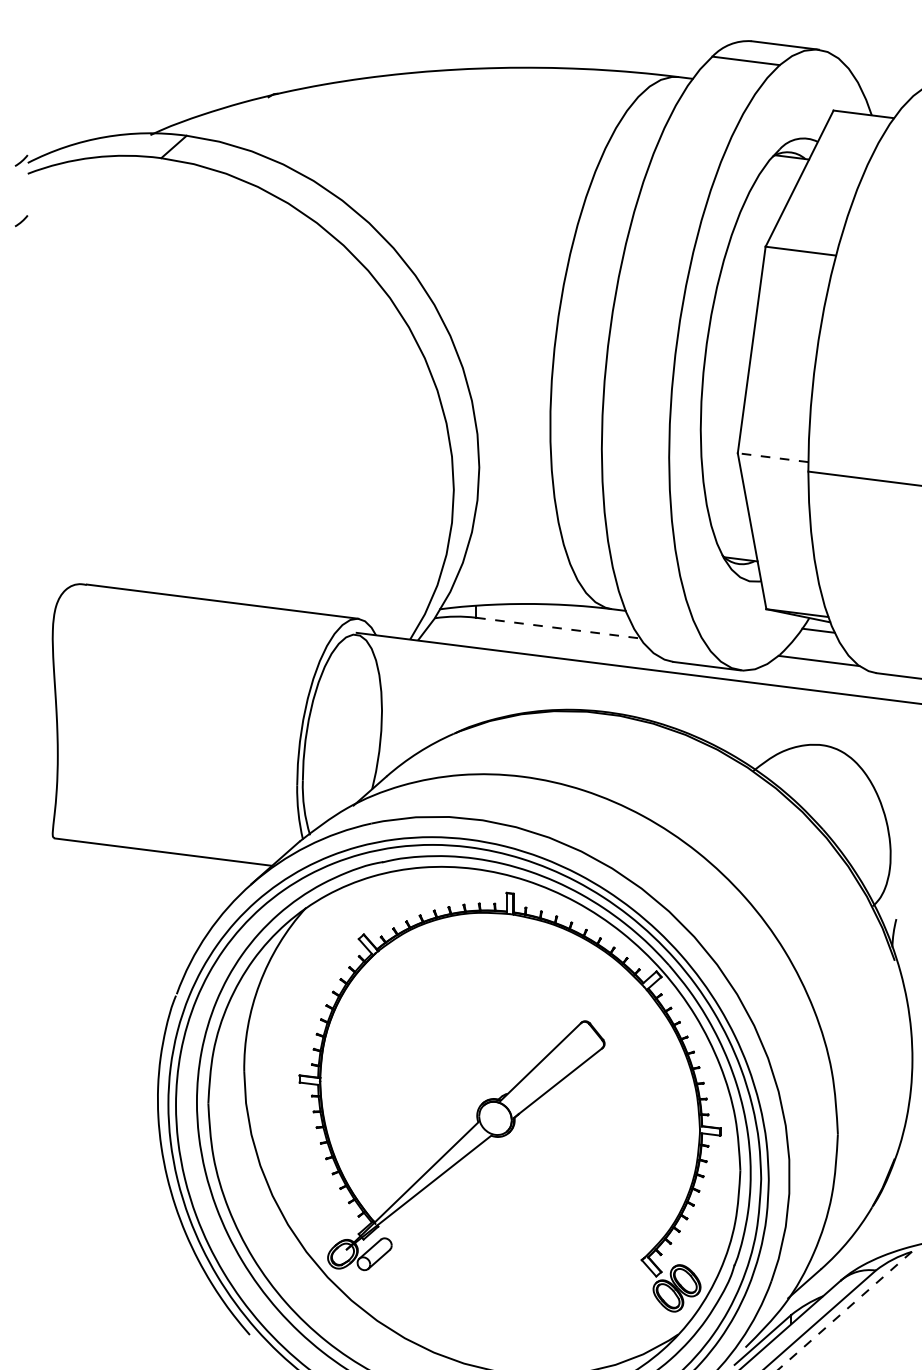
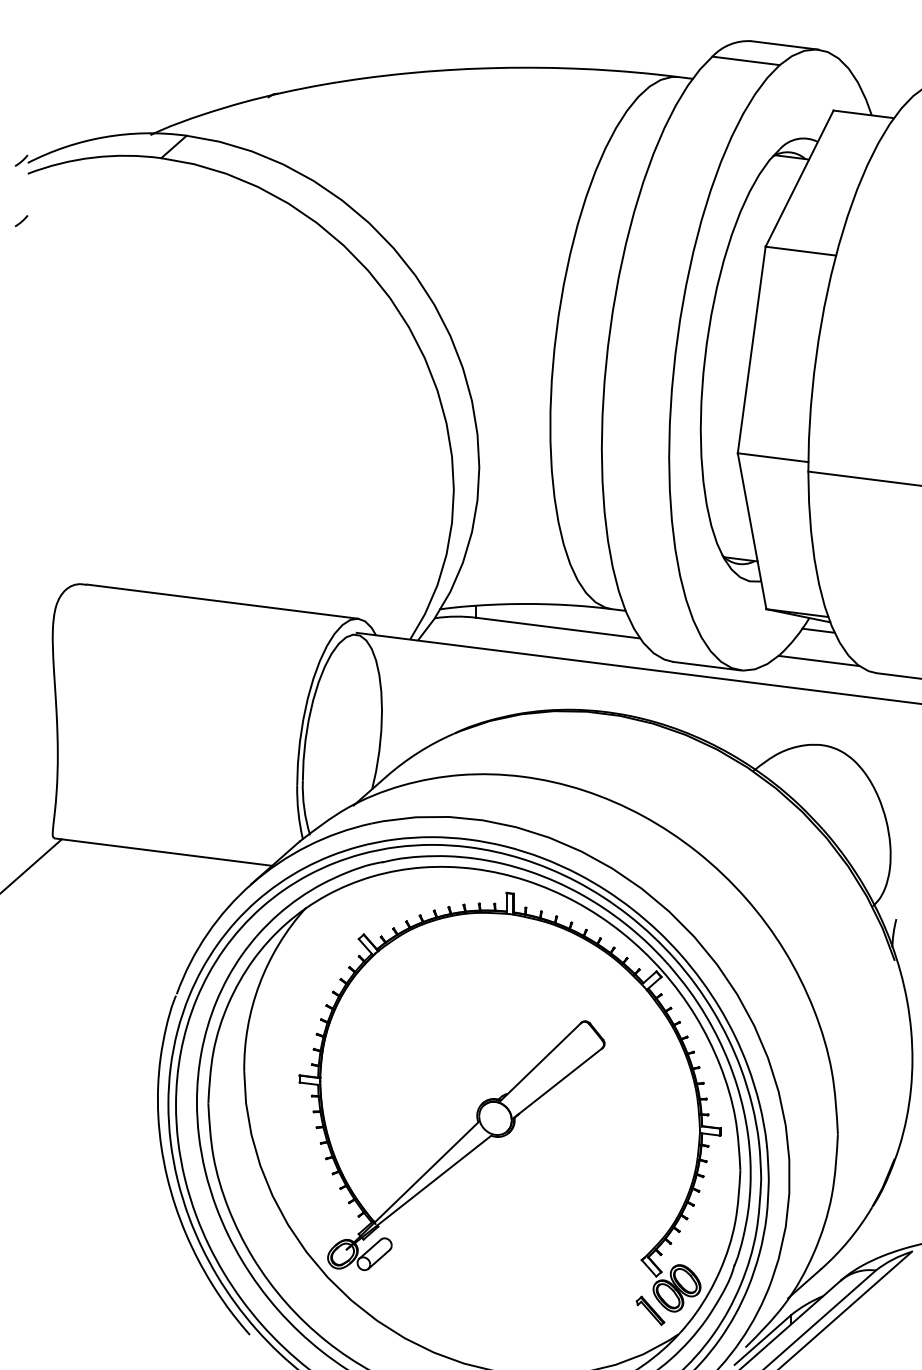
line at (773, 457): dashed -> solid
line at (558, 628): dashed -> solid
line at (31, 865): none -> present
part at (650, 1310): none -> present
line at (844, 1311): dashed -> solid
